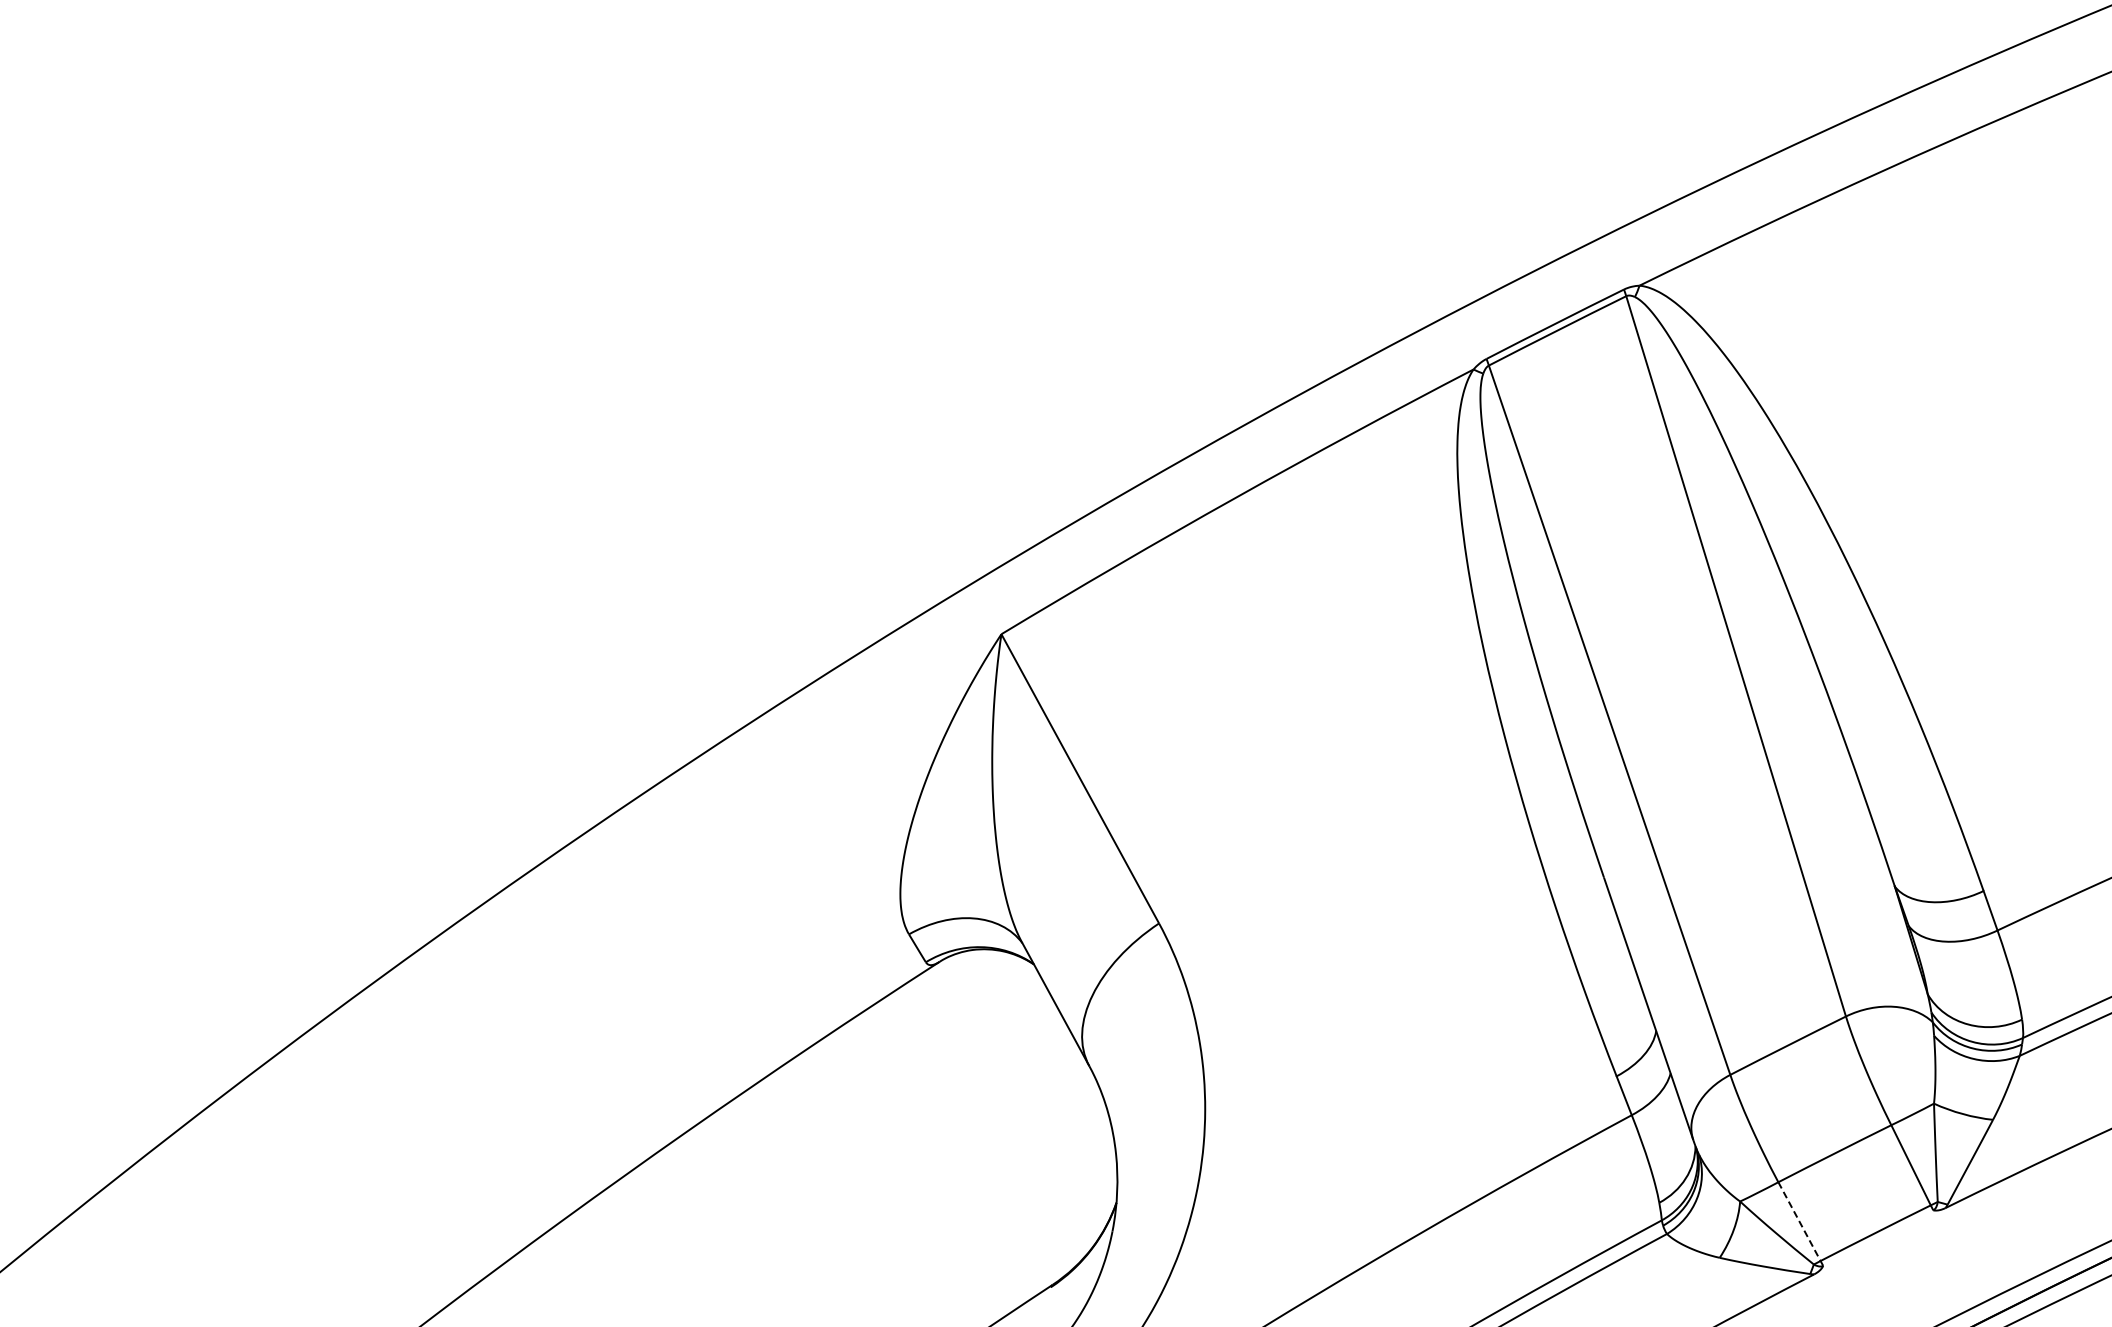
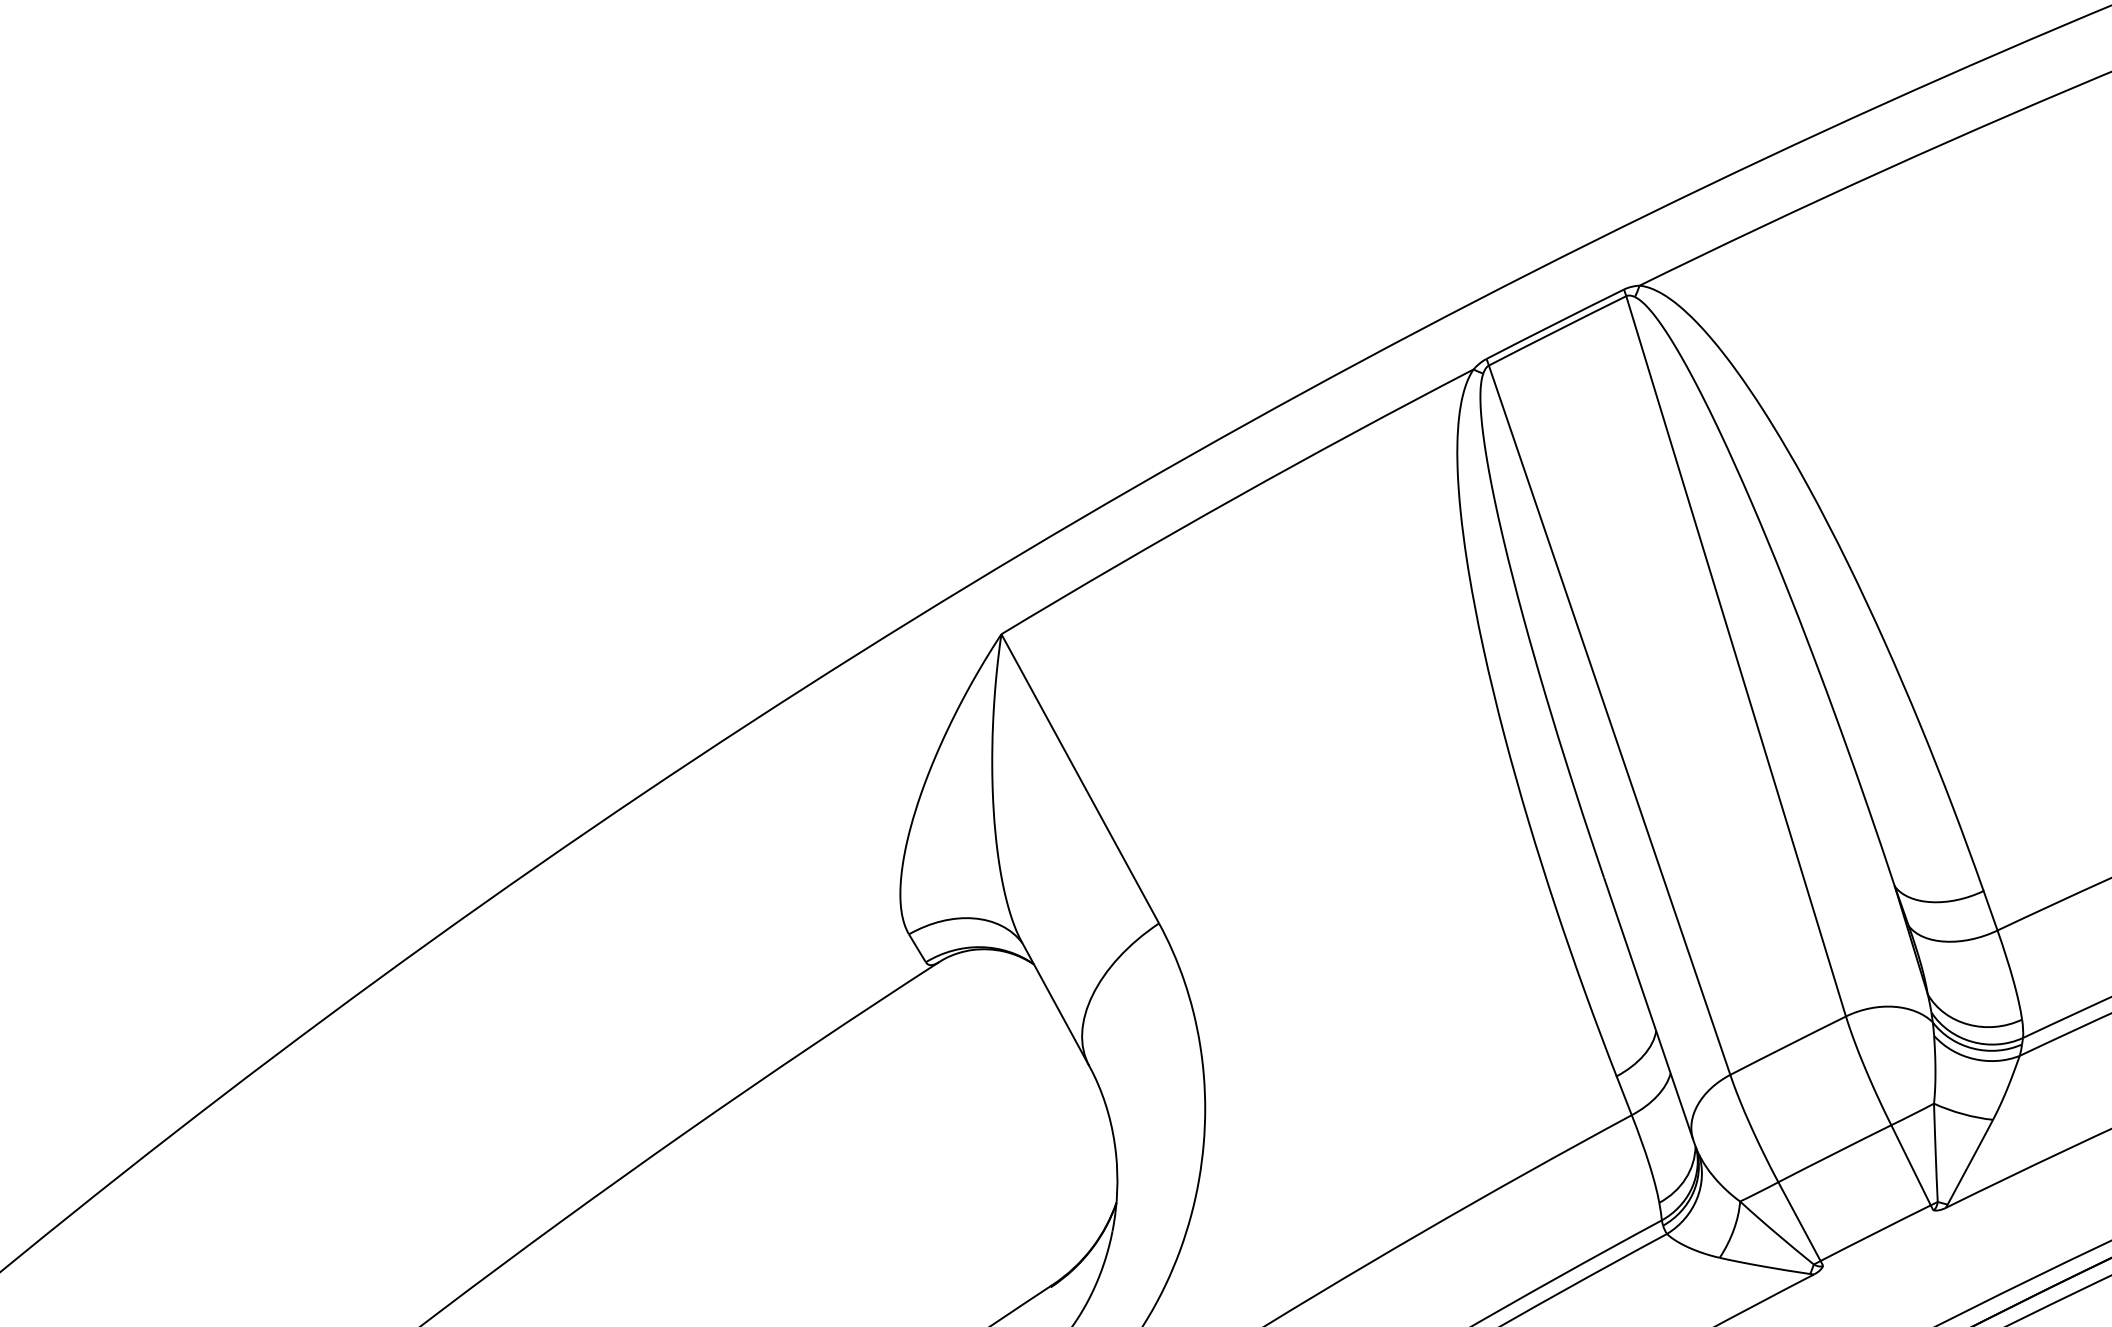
line at (1799, 1221): dashed -> solid
